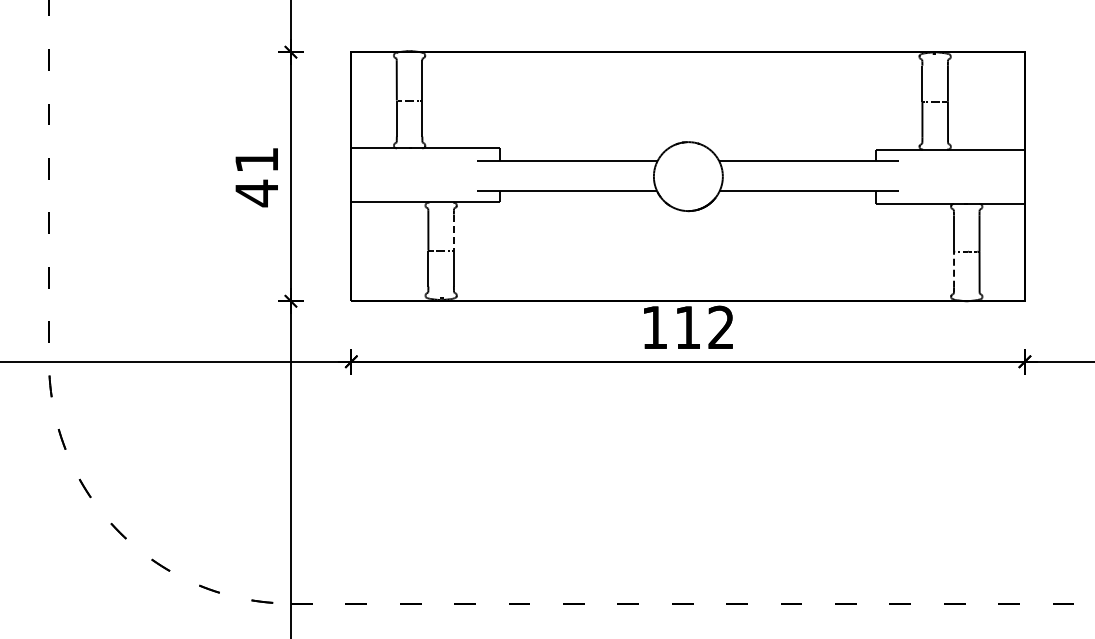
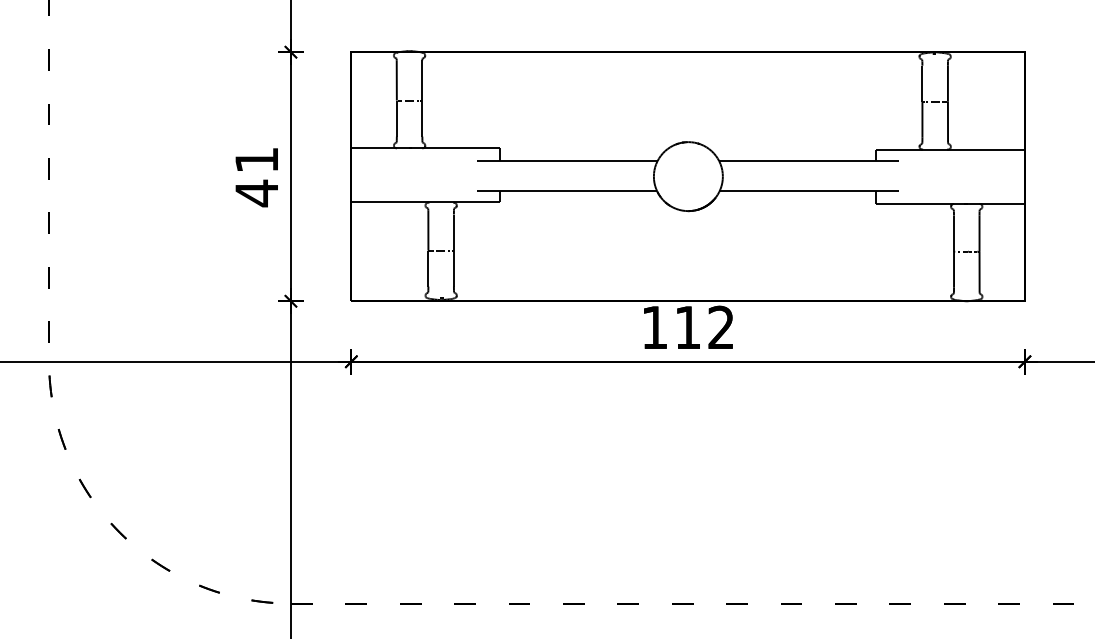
line at (453, 233): dashed -> solid
line at (954, 269): dashed -> solid
